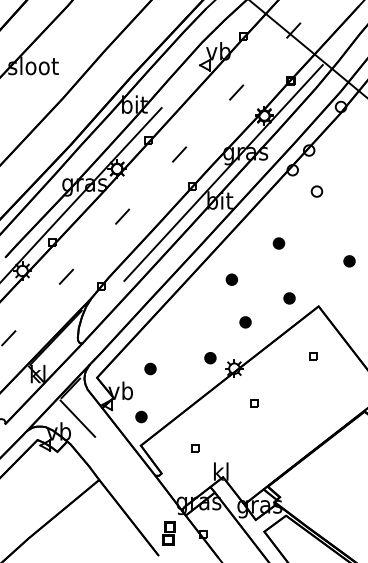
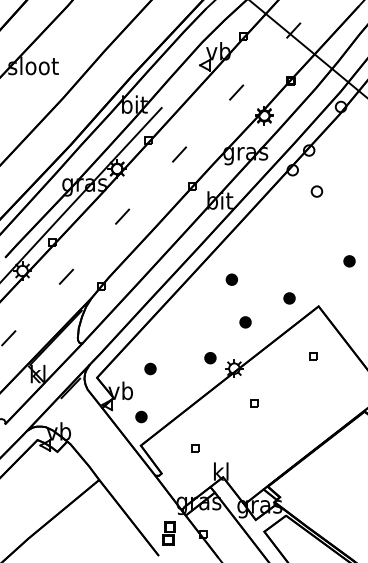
line at (223, 172): present -> none
part at (278, 243): present -> none
line at (77, 418): present -> none
